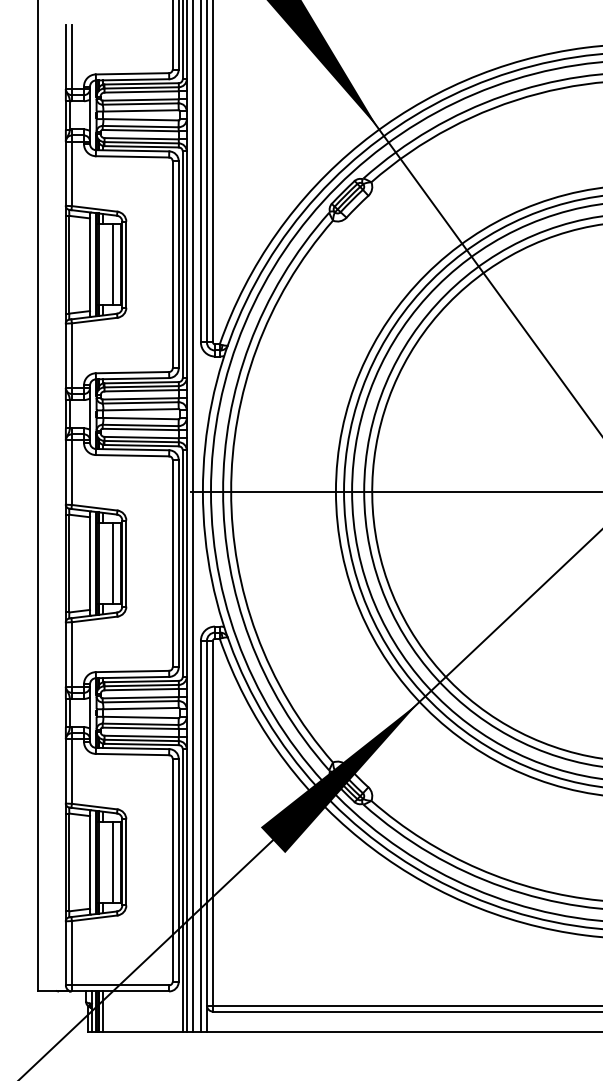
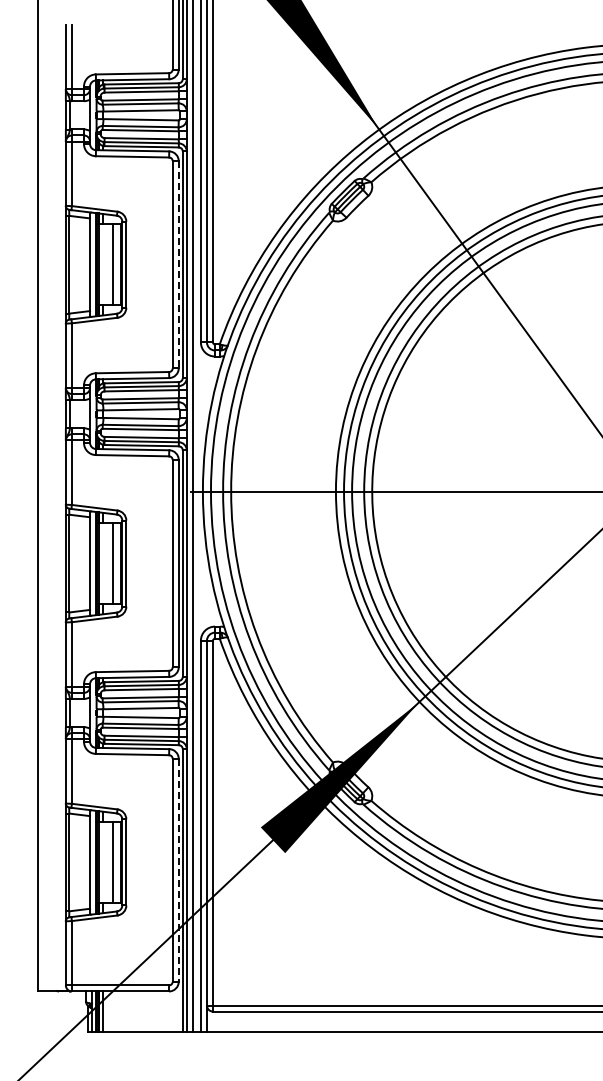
line at (178, 264): solid -> dashed
line at (178, 870): solid -> dashed
